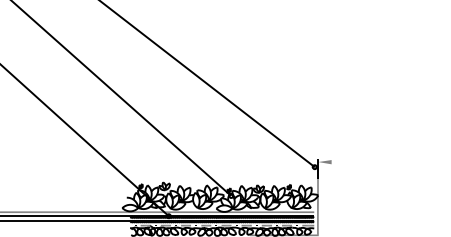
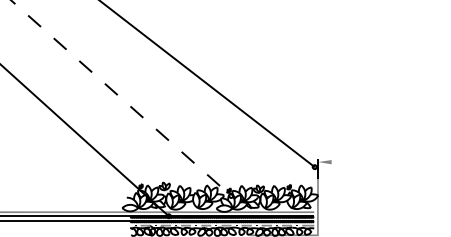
line at (121, 98): solid -> dashed
